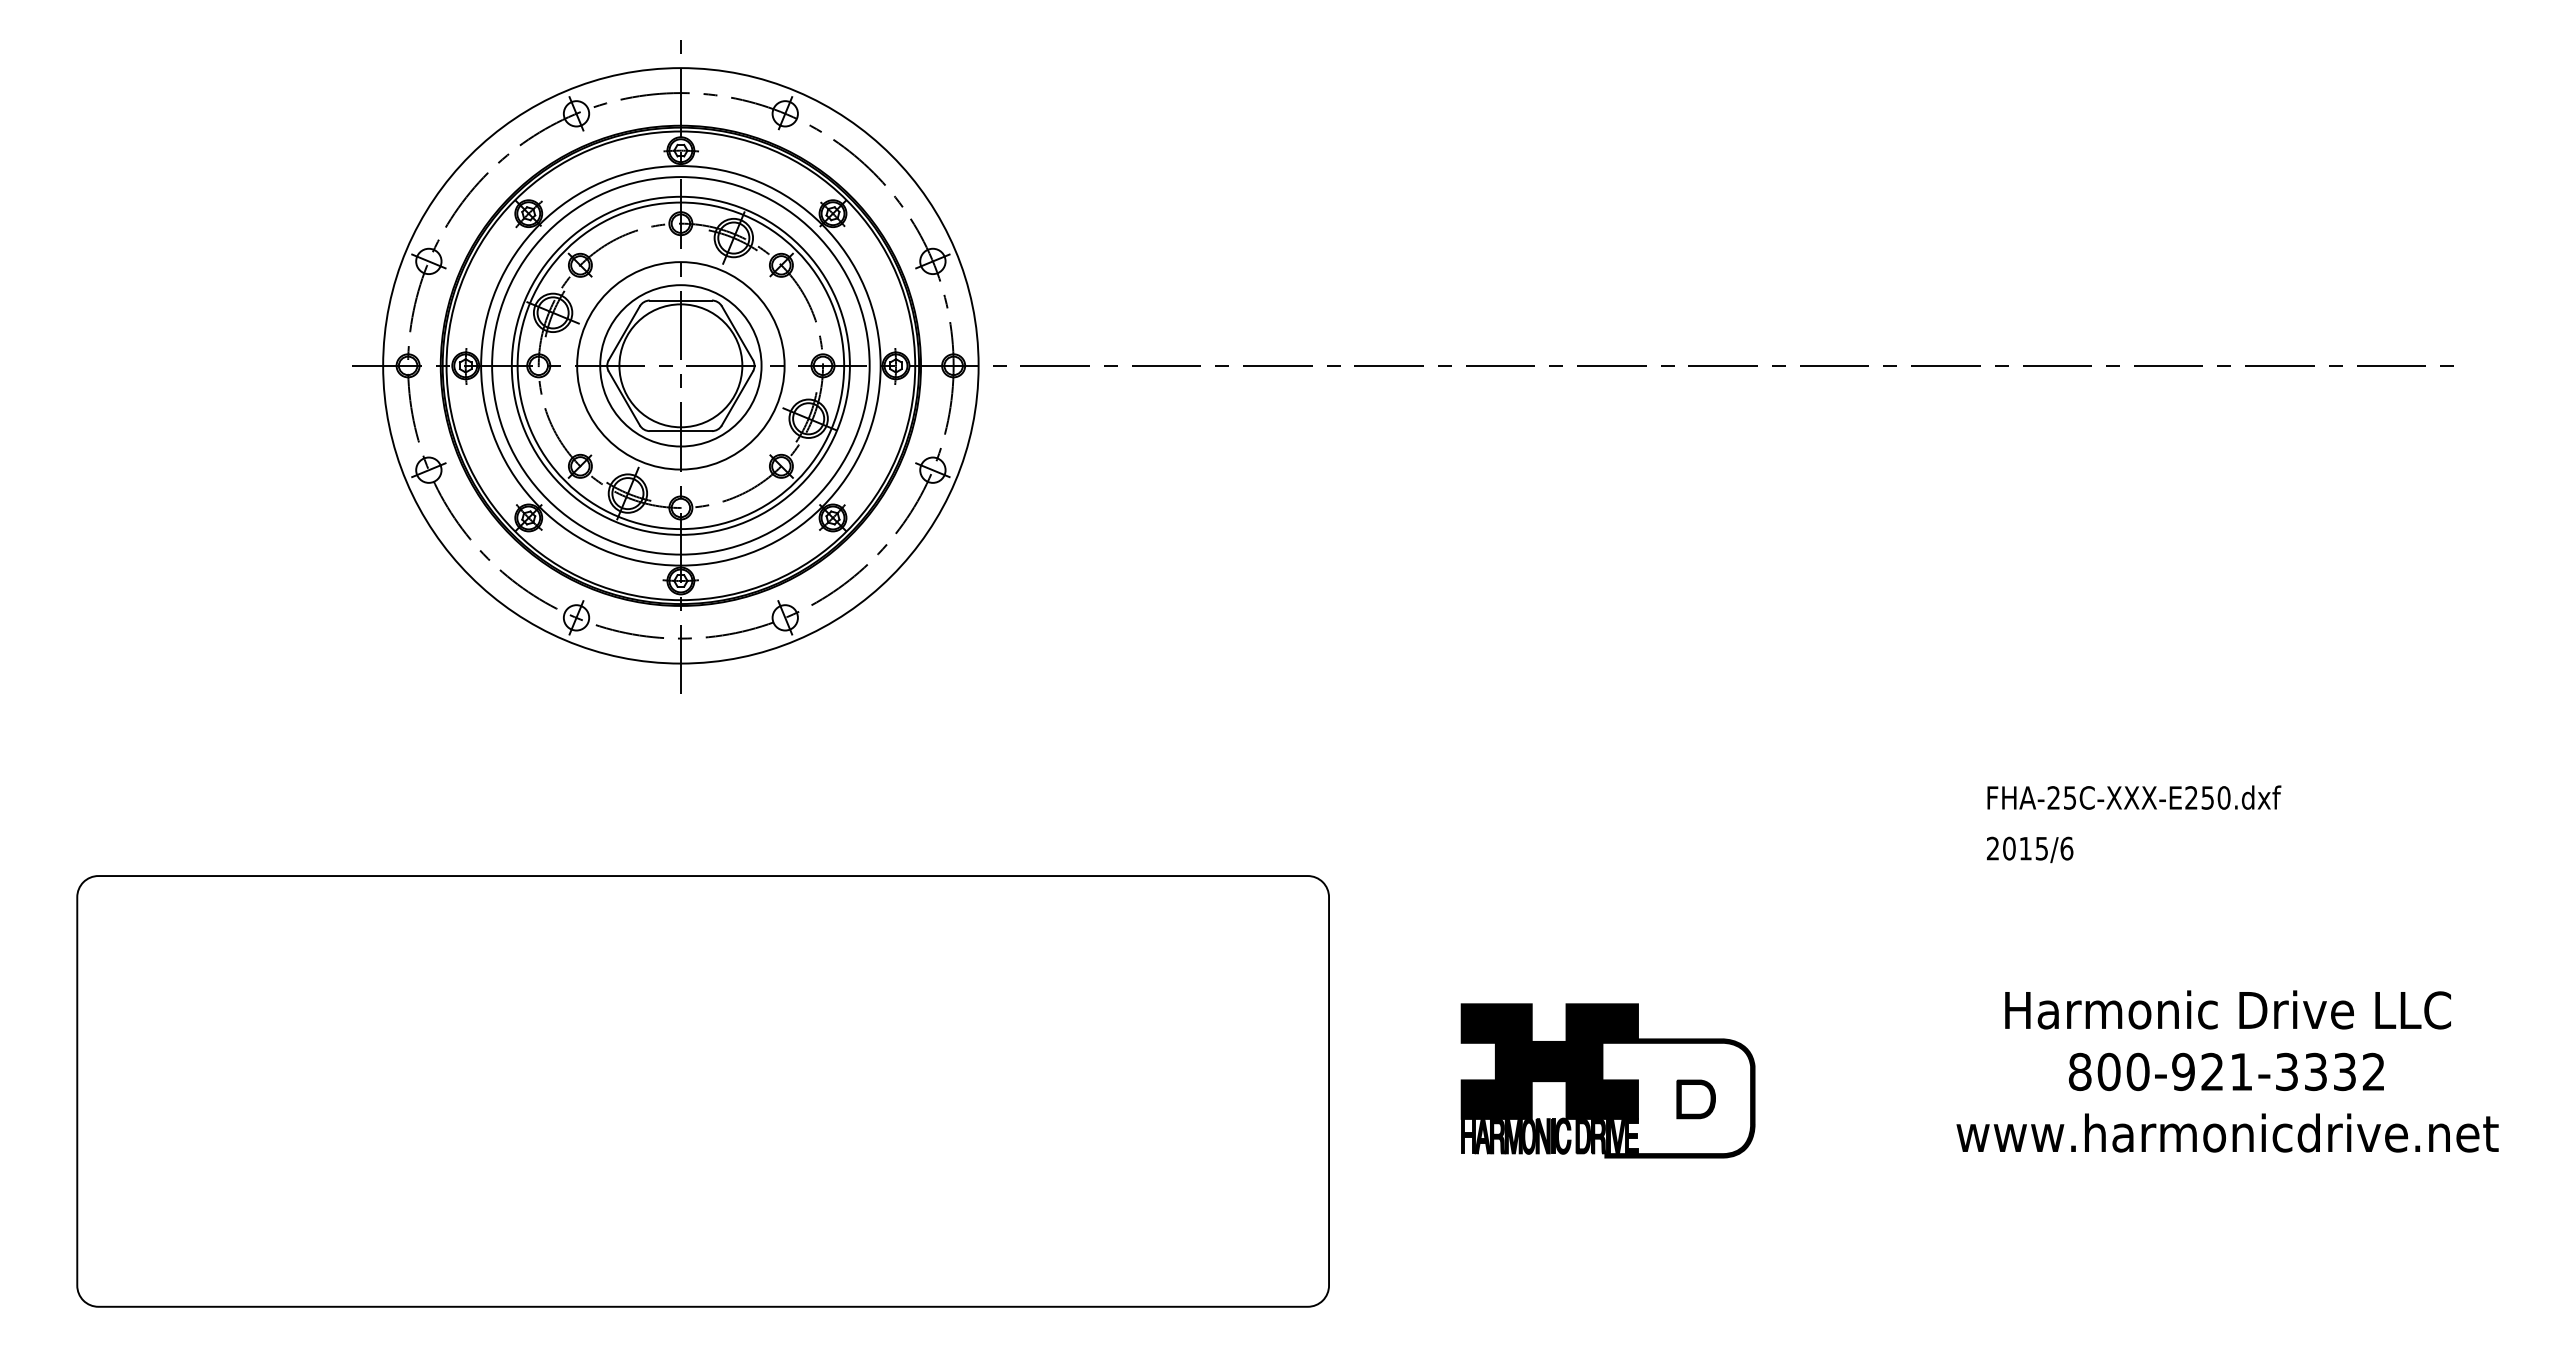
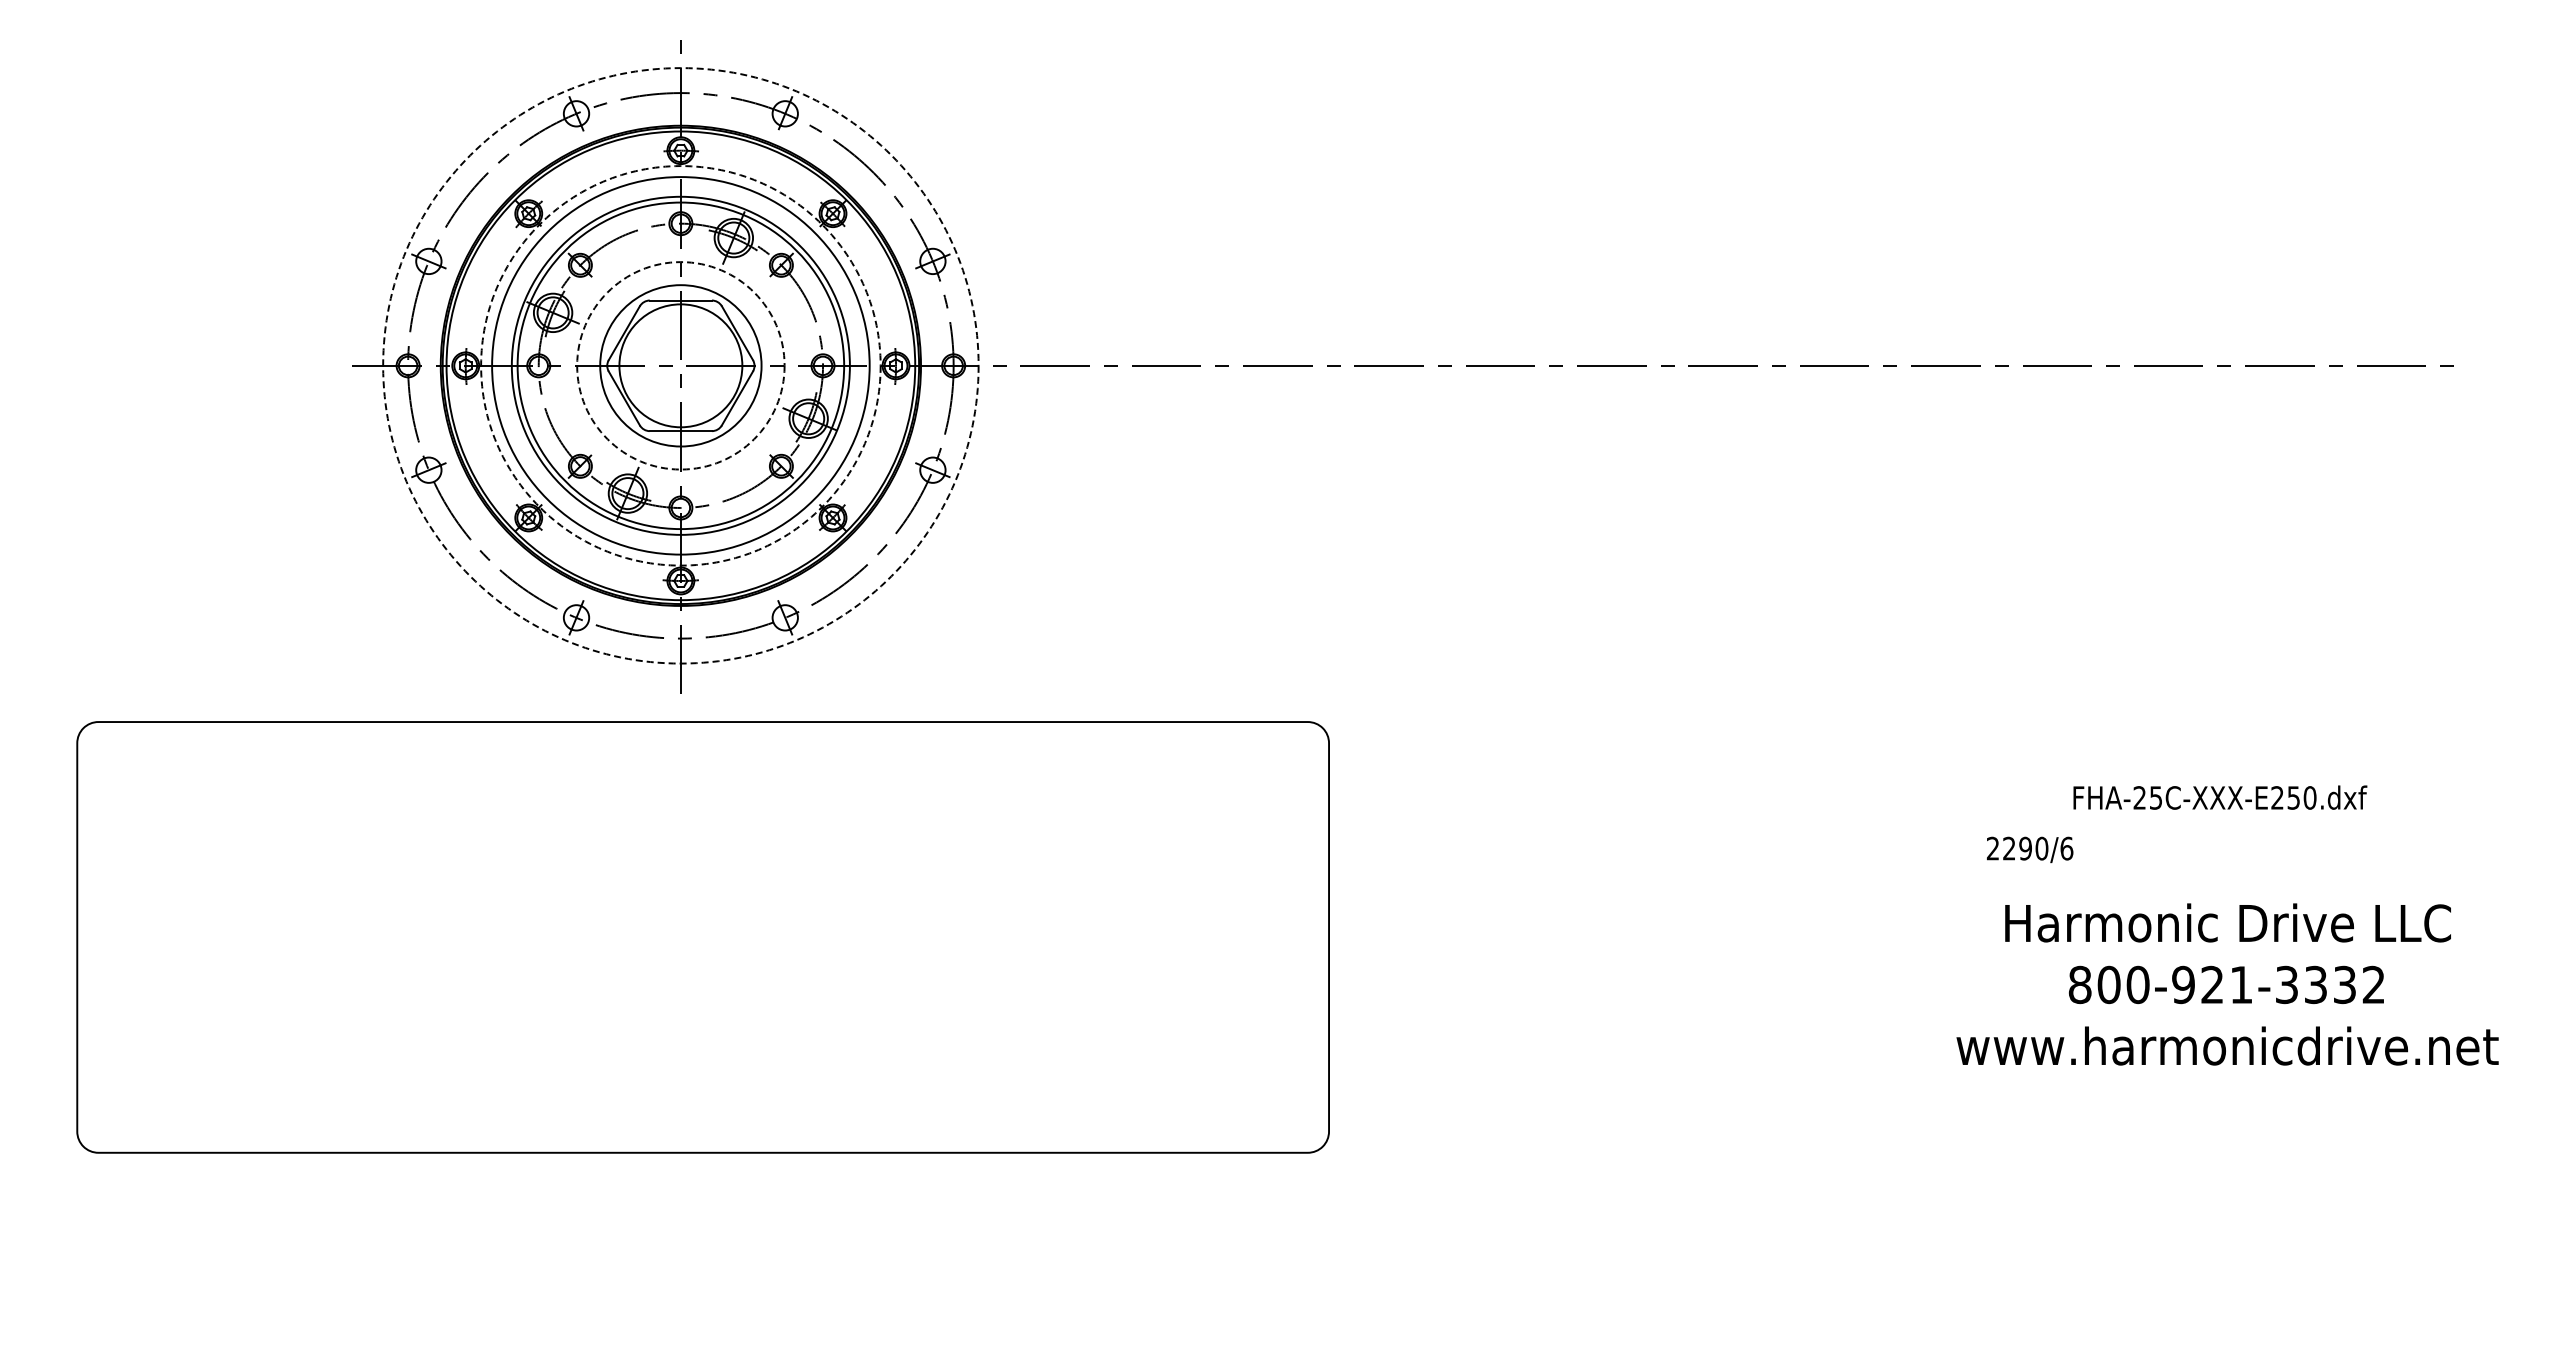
circle at (680, 365): solid -> dashed
circle at (680, 365): solid -> dashed
circle at (680, 365): solid -> dashed
text at (2134, 797) position: (2134, 797) -> (2220, 797)
text at (2025, 848): 2015/6 -> 2290/6
text at (2227, 1071) position: (2227, 1071) -> (2227, 984)
part at (1607, 1080): present -> none
part at (702, 1091) position: (702, 1091) -> (702, 937)
